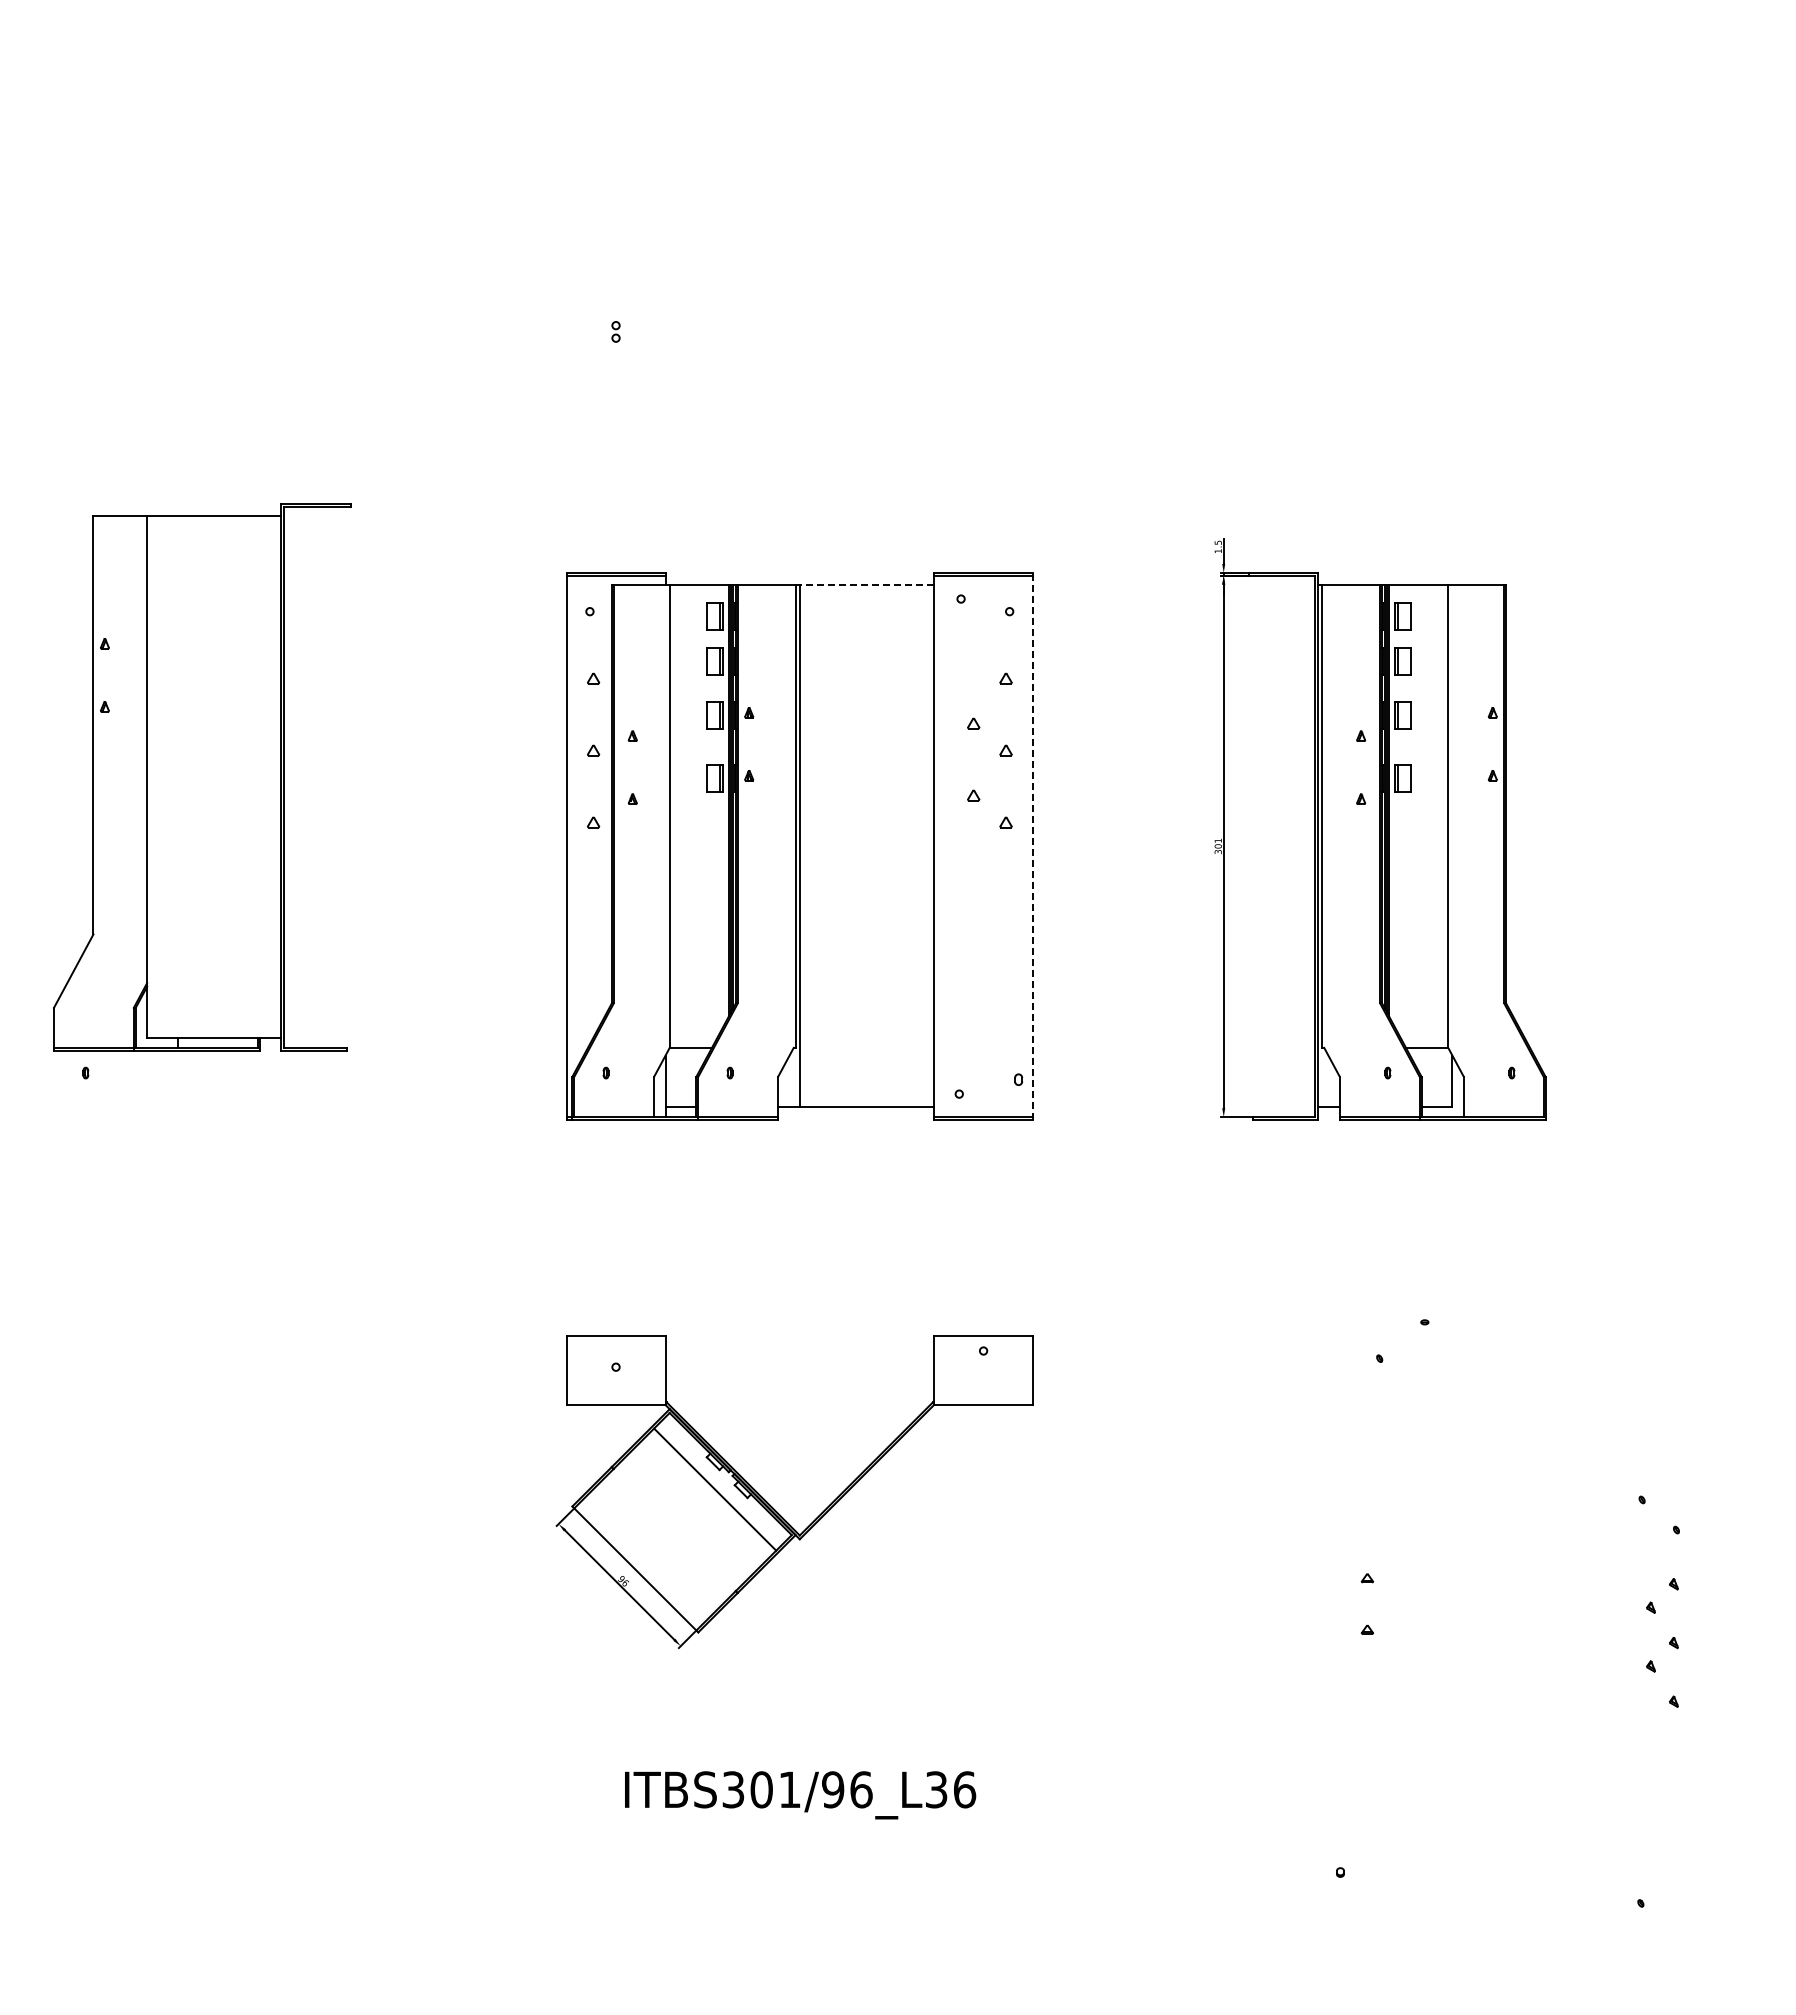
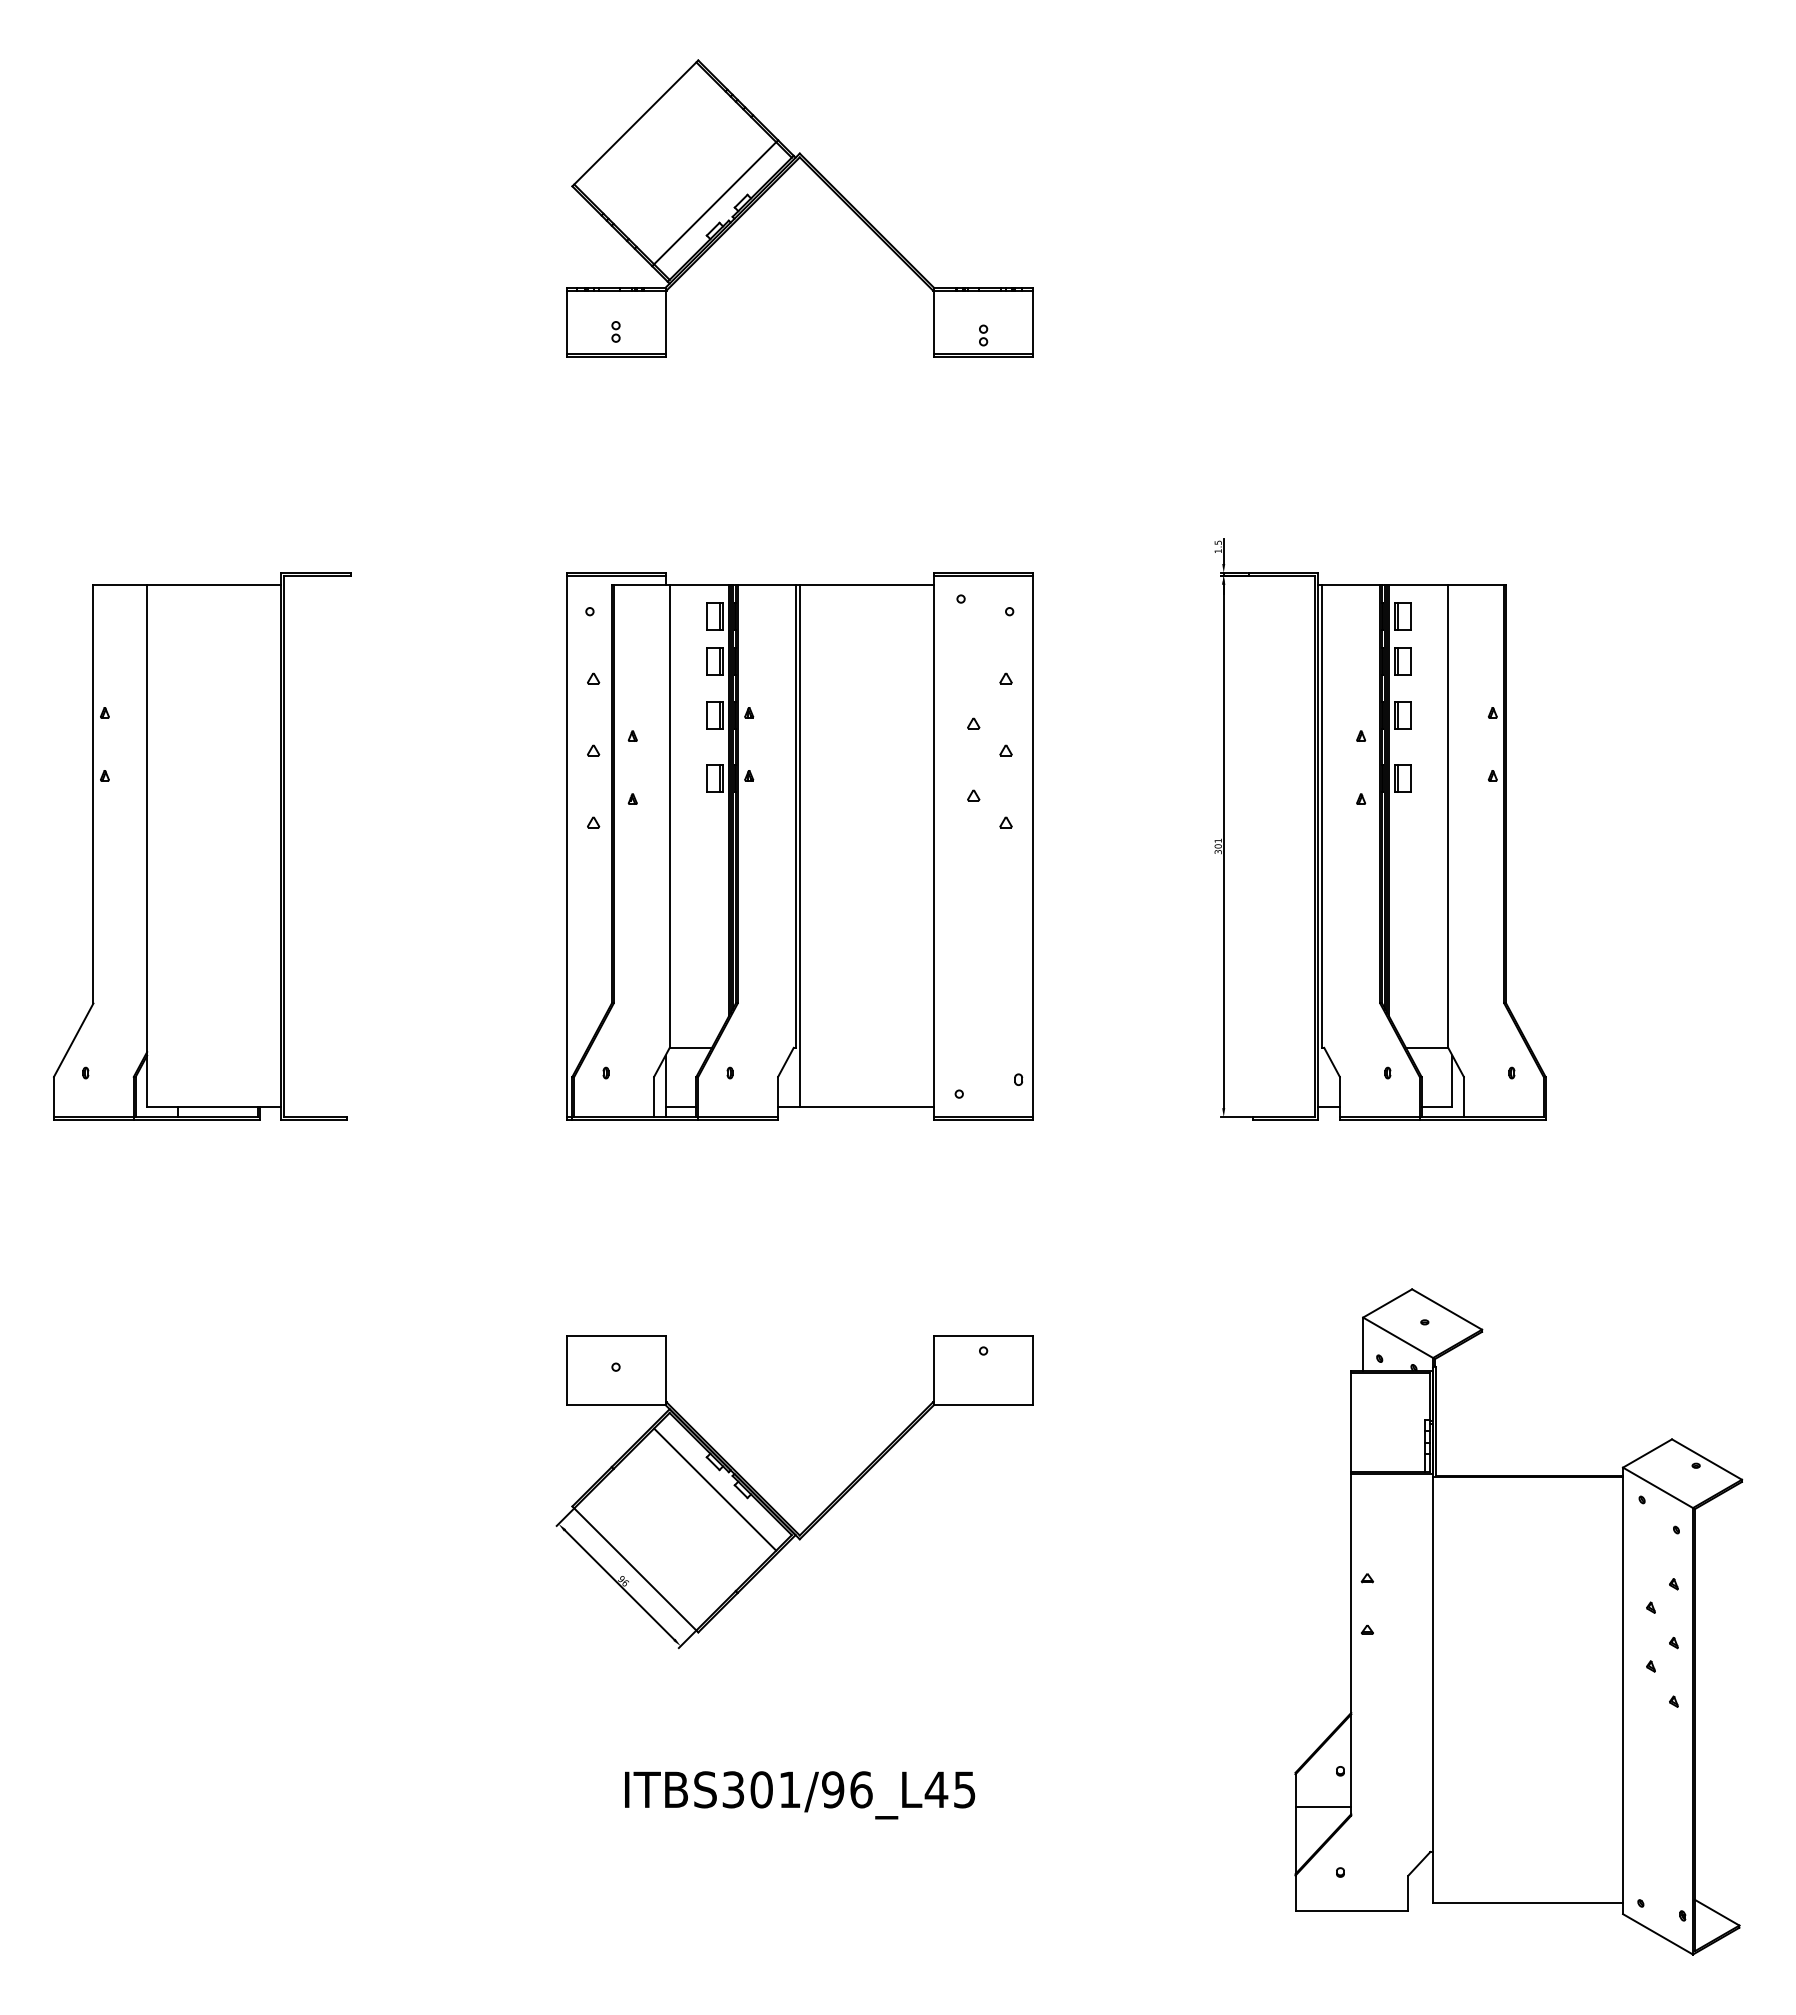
part at (775, 183): none -> present
line at (866, 584): dashed -> solid
part at (202, 777) position: (202, 777) -> (202, 846)
line at (1033, 845): dashed -> solid
part at (1518, 1621): none -> present
text at (950, 1789): ITBS301/96_L36 -> ITBS301/96_L45
